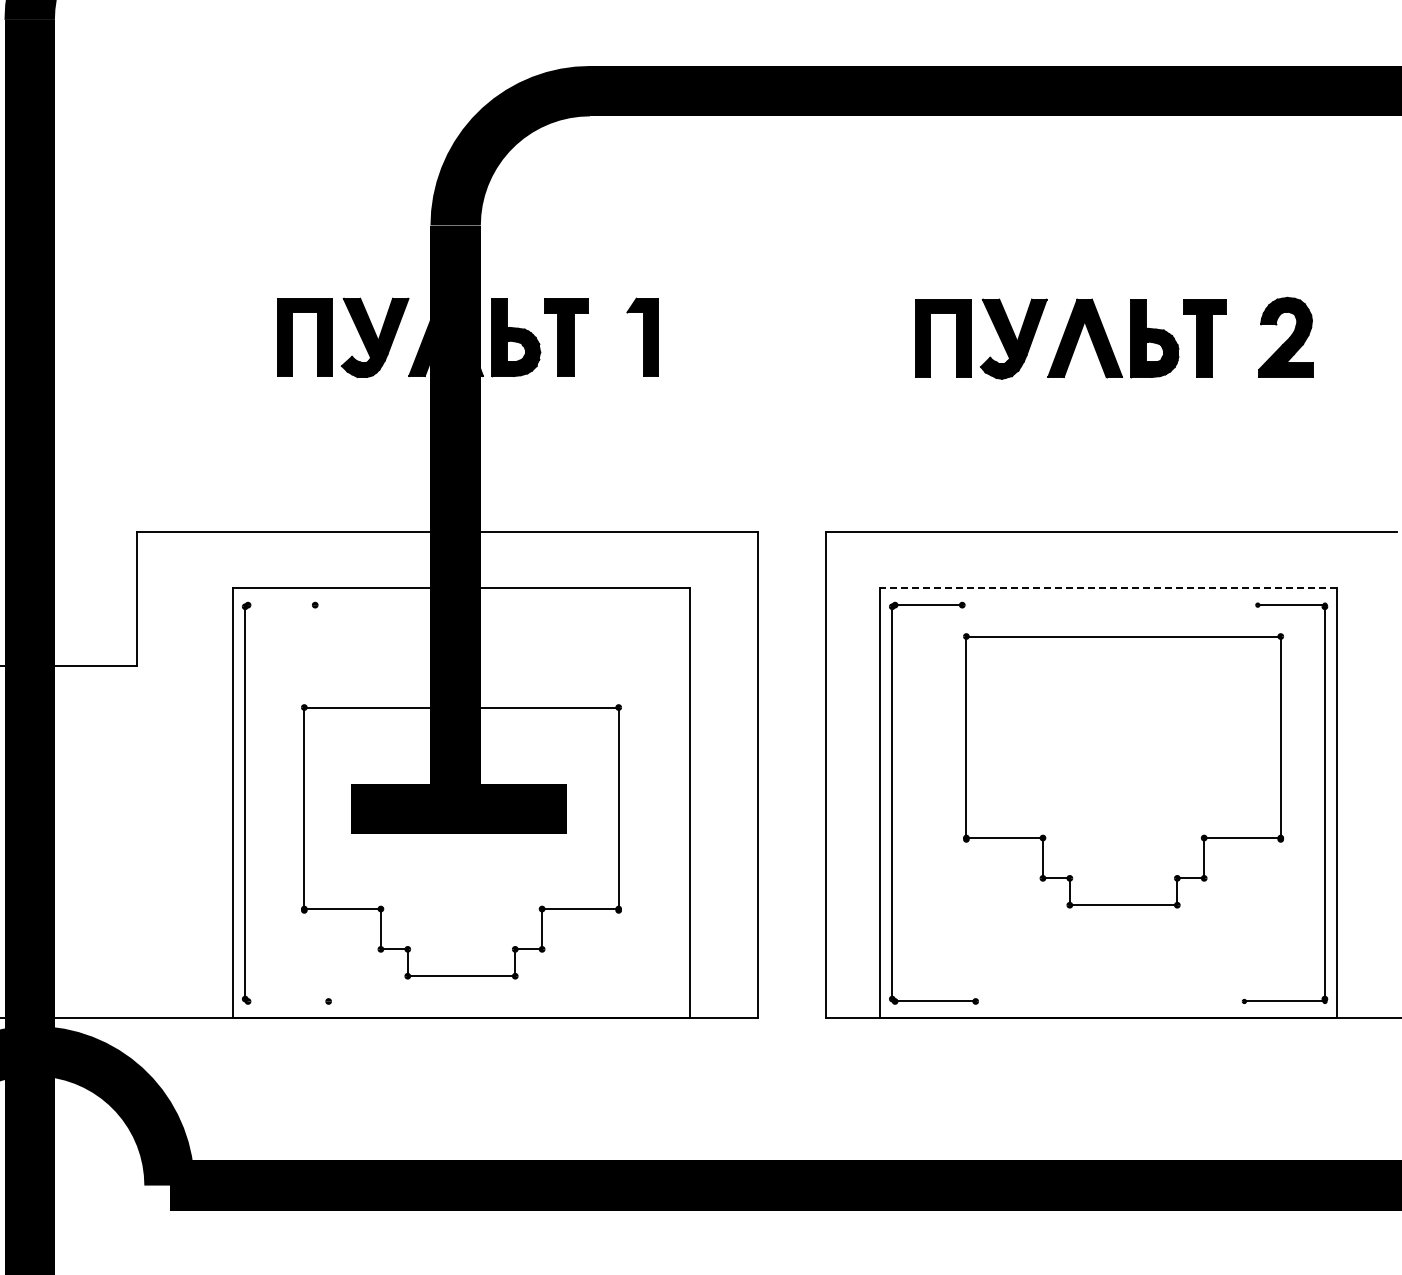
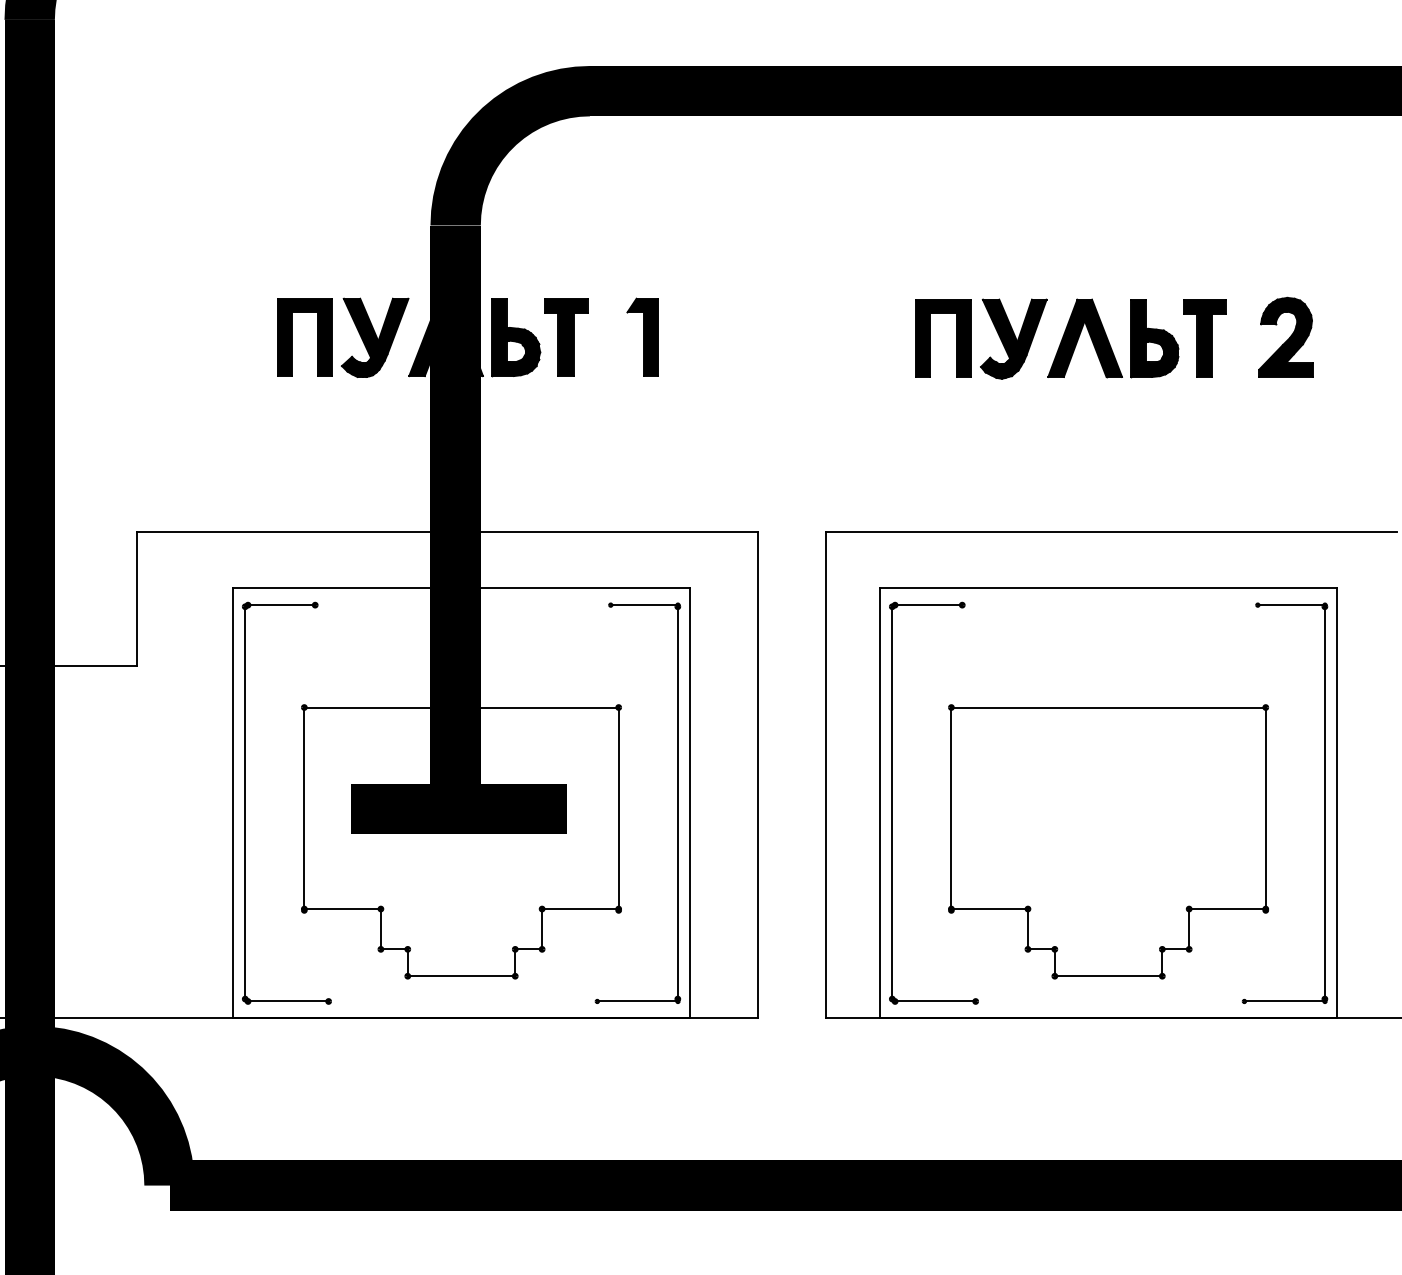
line at (1108, 587): dashed -> solid
line at (281, 605): none -> present
part at (1123, 770) position: (1123, 770) -> (1108, 841)
part at (677, 802): none -> present
line at (288, 1001): none -> present
